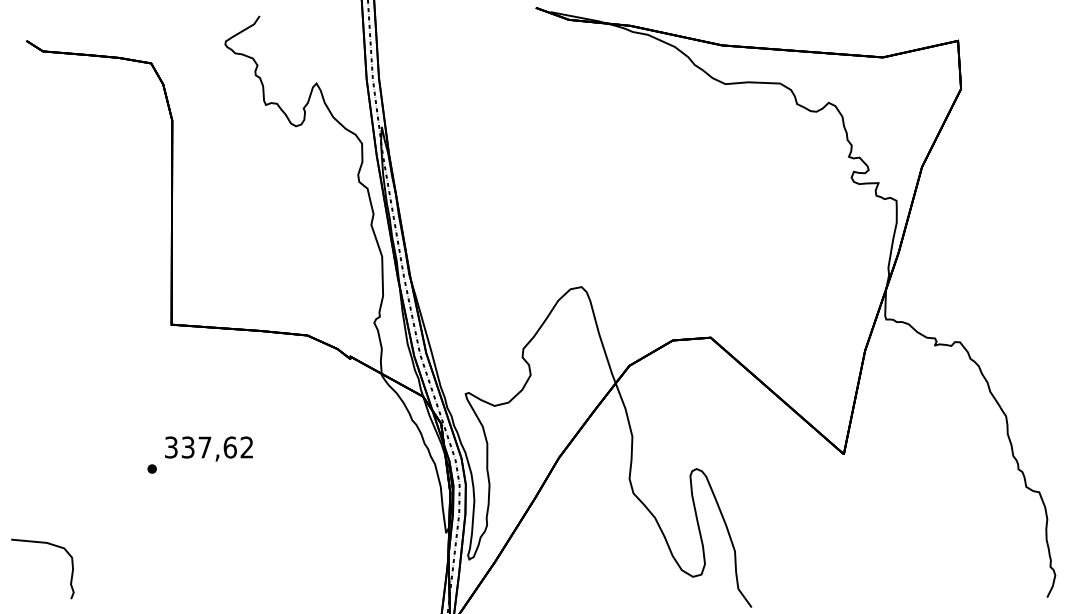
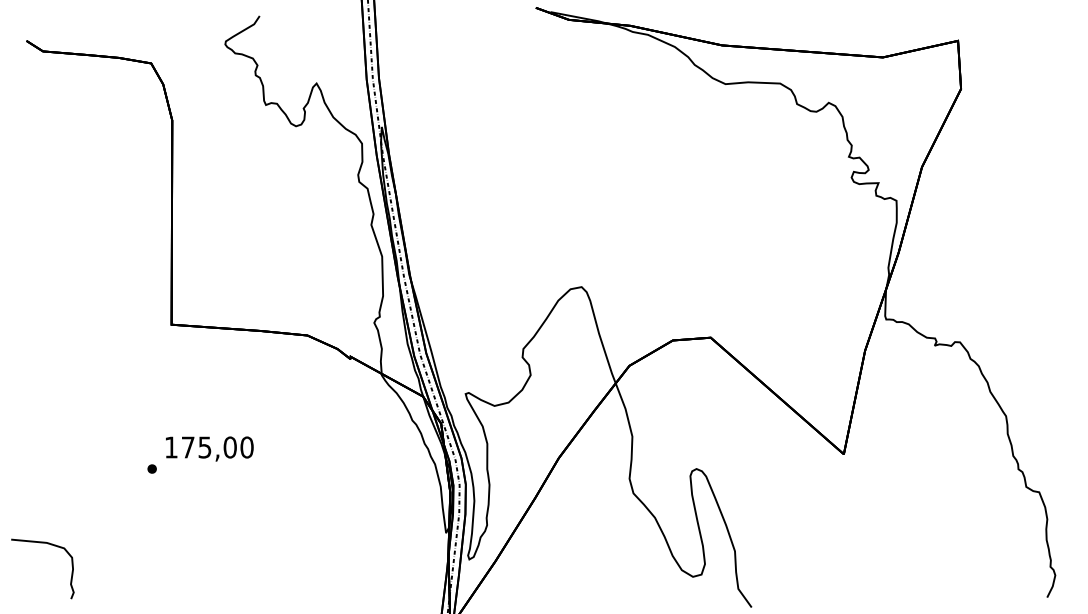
text at (209, 447): 337,62 -> 175,00
